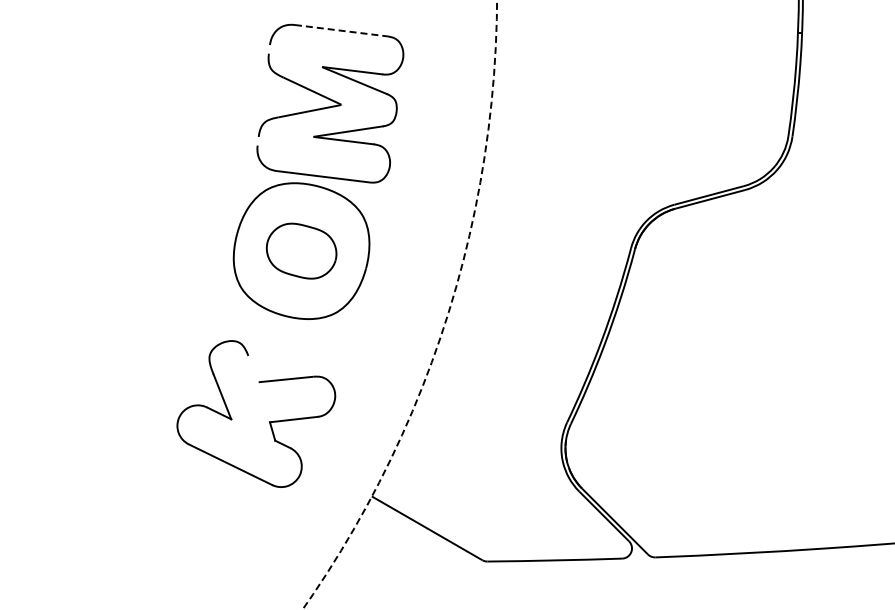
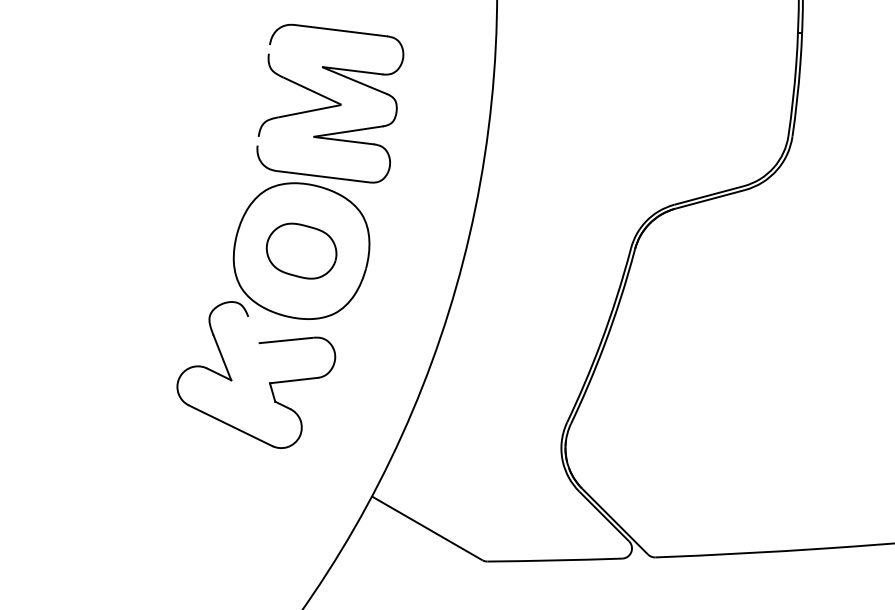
line at (341, 30): dashed -> solid
circle at (399, 304): dashed -> solid
part at (269, 421) position: (269, 421) -> (269, 382)
